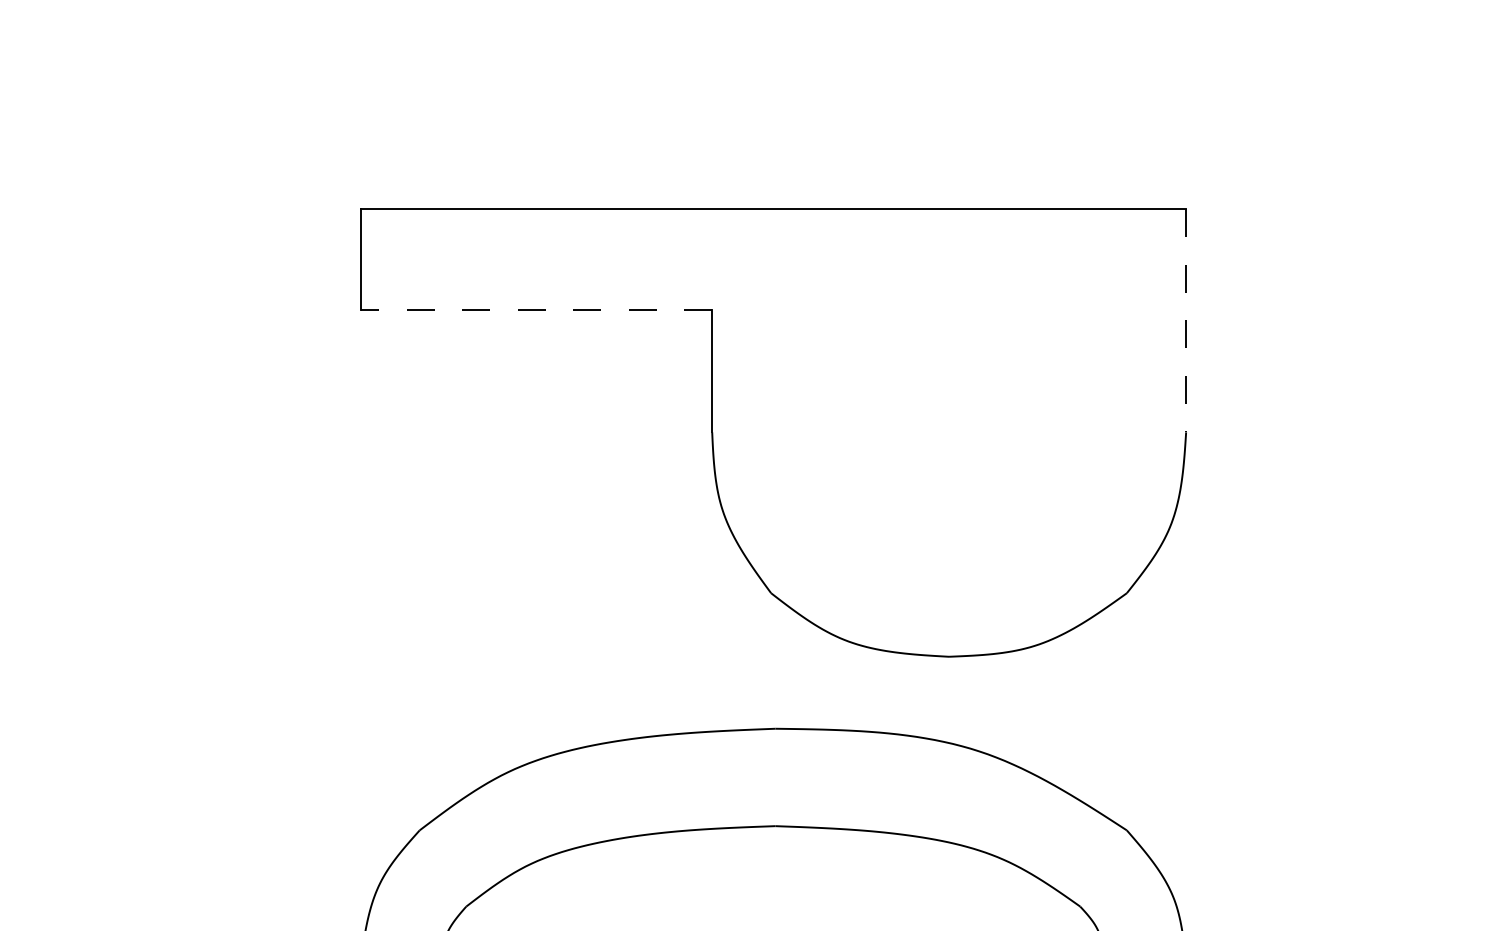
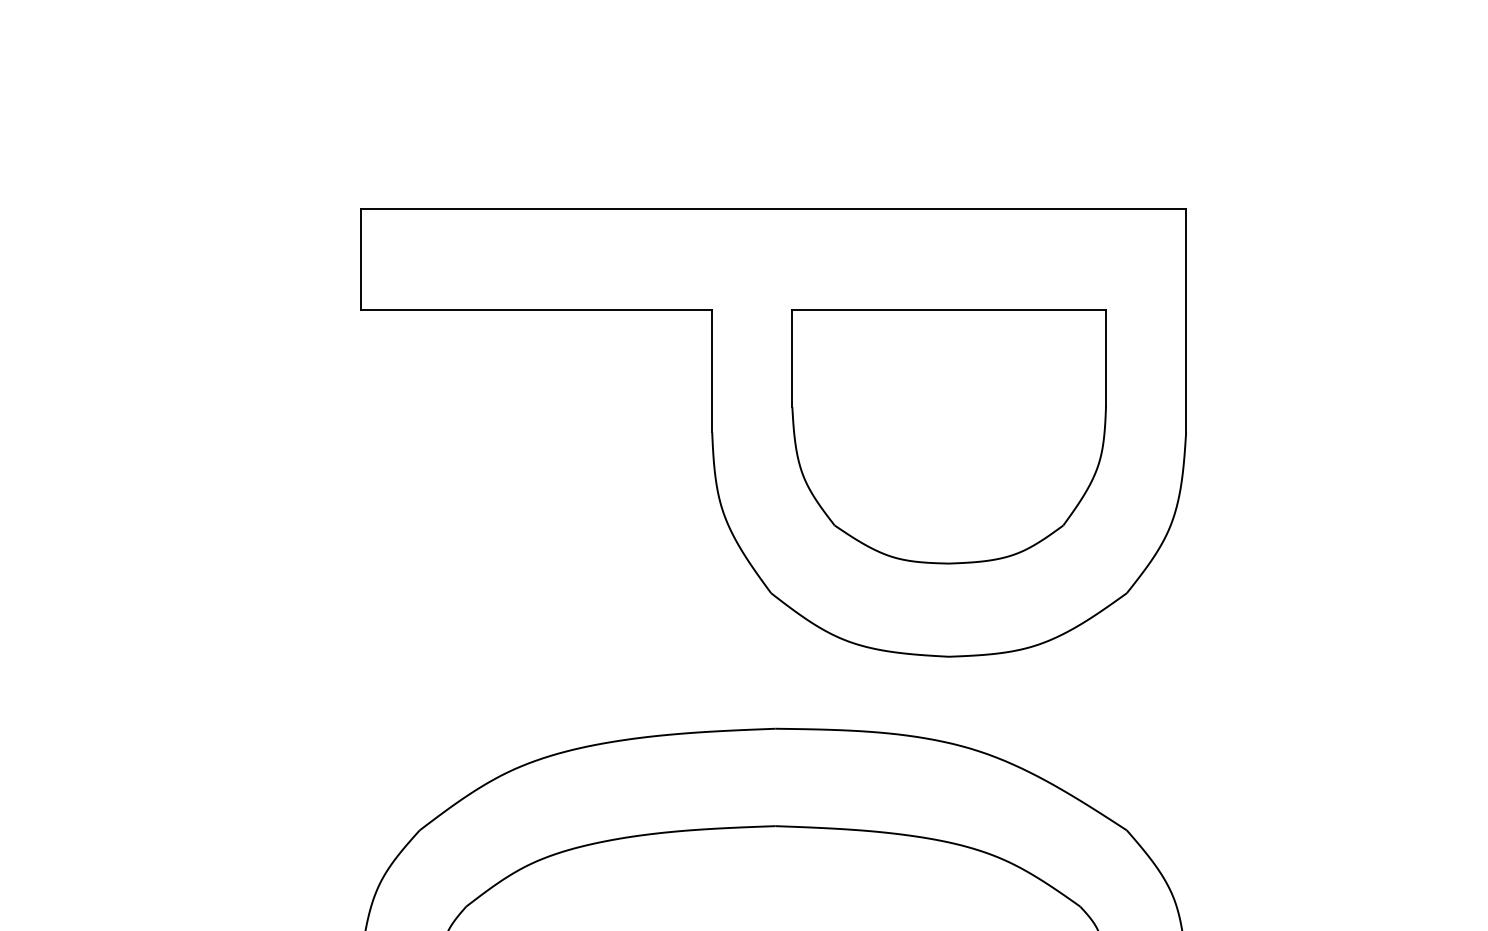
line at (536, 309): dashed -> solid
line at (1186, 320): dashed -> solid
part at (948, 436): none -> present
